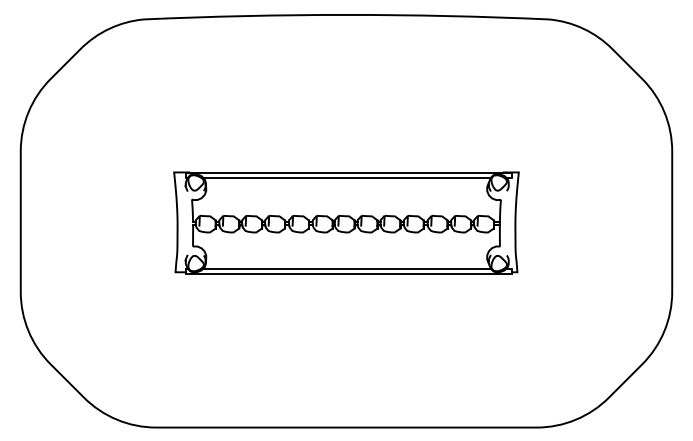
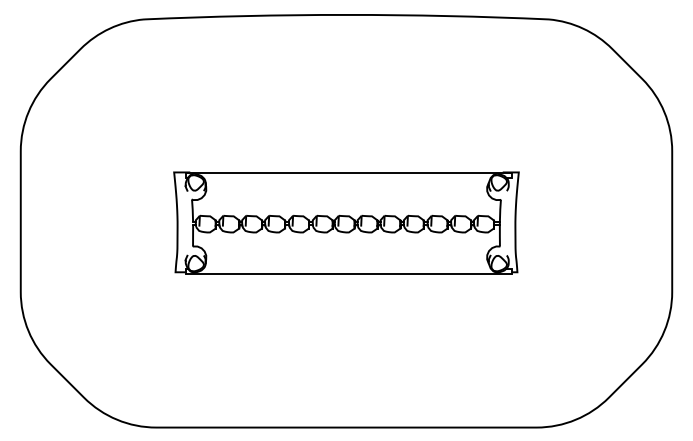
line at (346, 177): present -> none
line at (346, 269): present -> none
